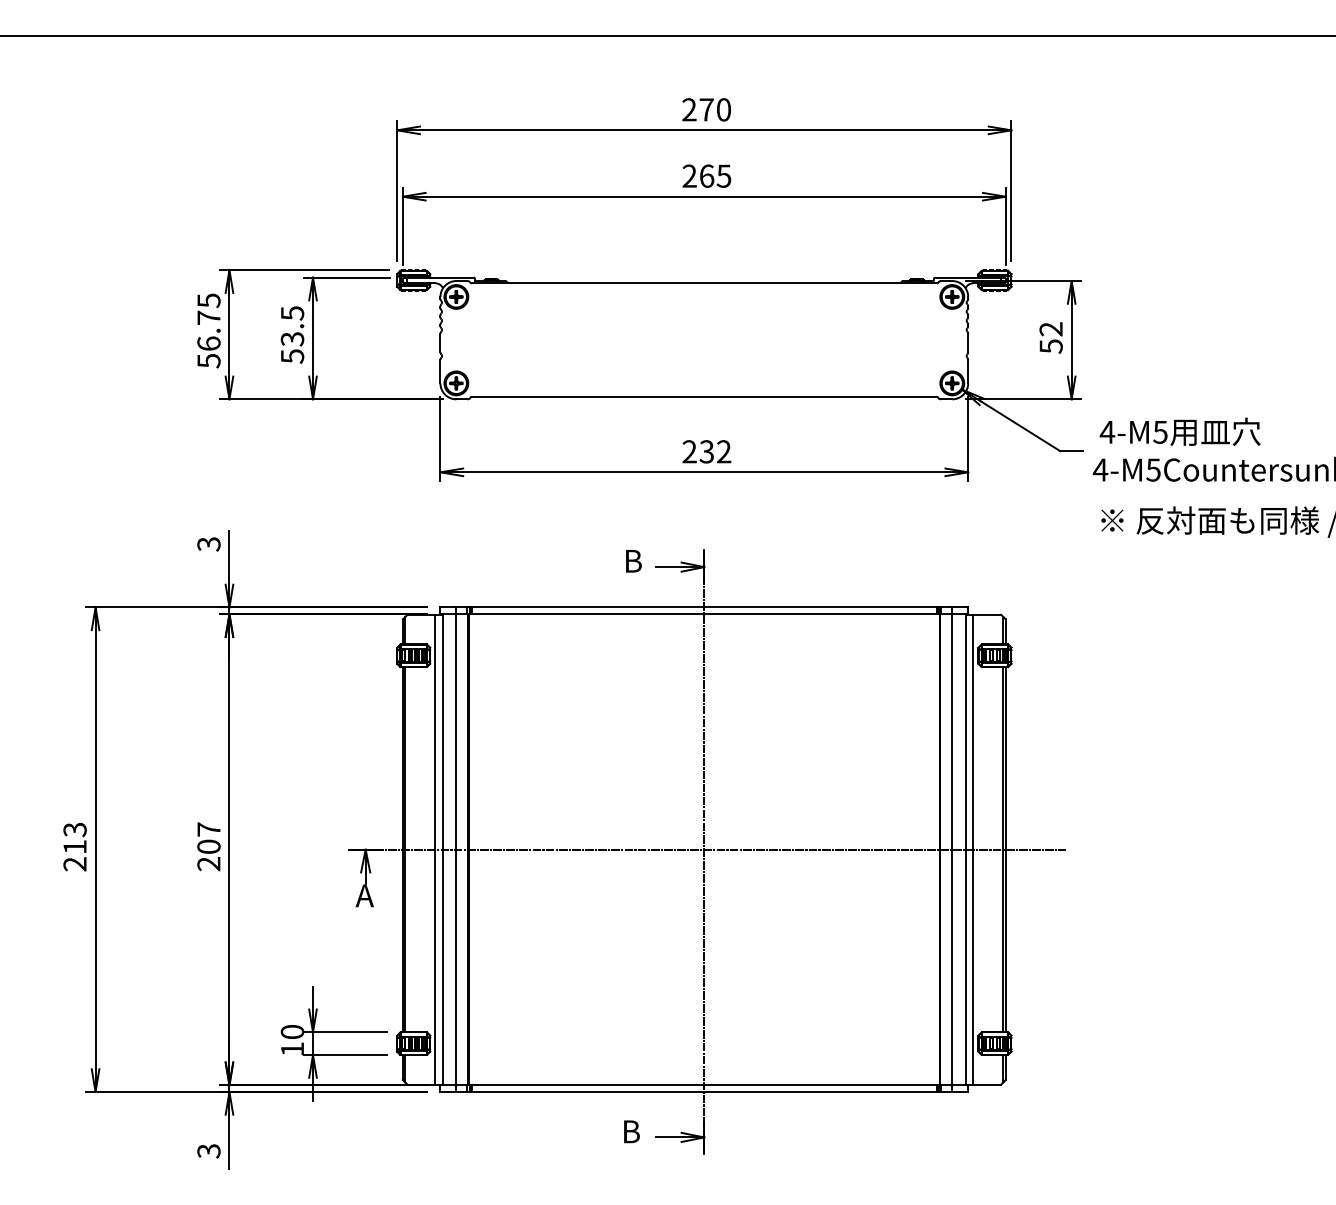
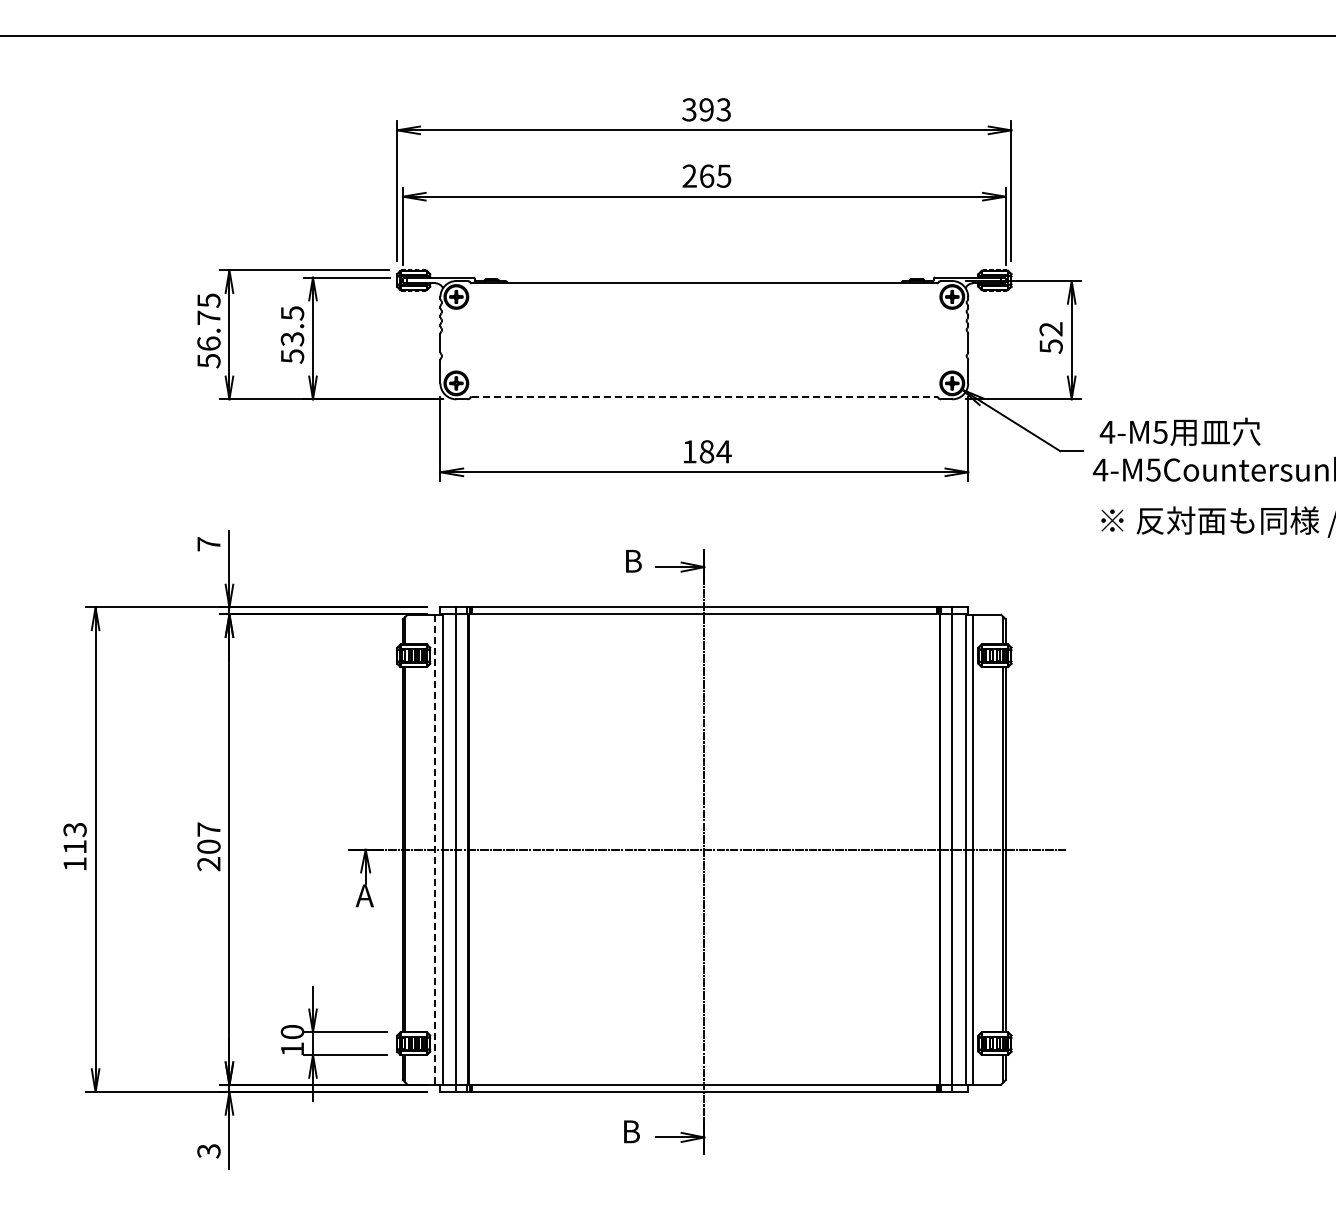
text at (706, 109): 270 -> 393
line at (704, 397): solid -> dashed
text at (706, 451): 232 -> 184
text at (208, 544): 3 -> 7
line at (435, 849): solid -> dashed
text at (74, 864): 213 -> 113
